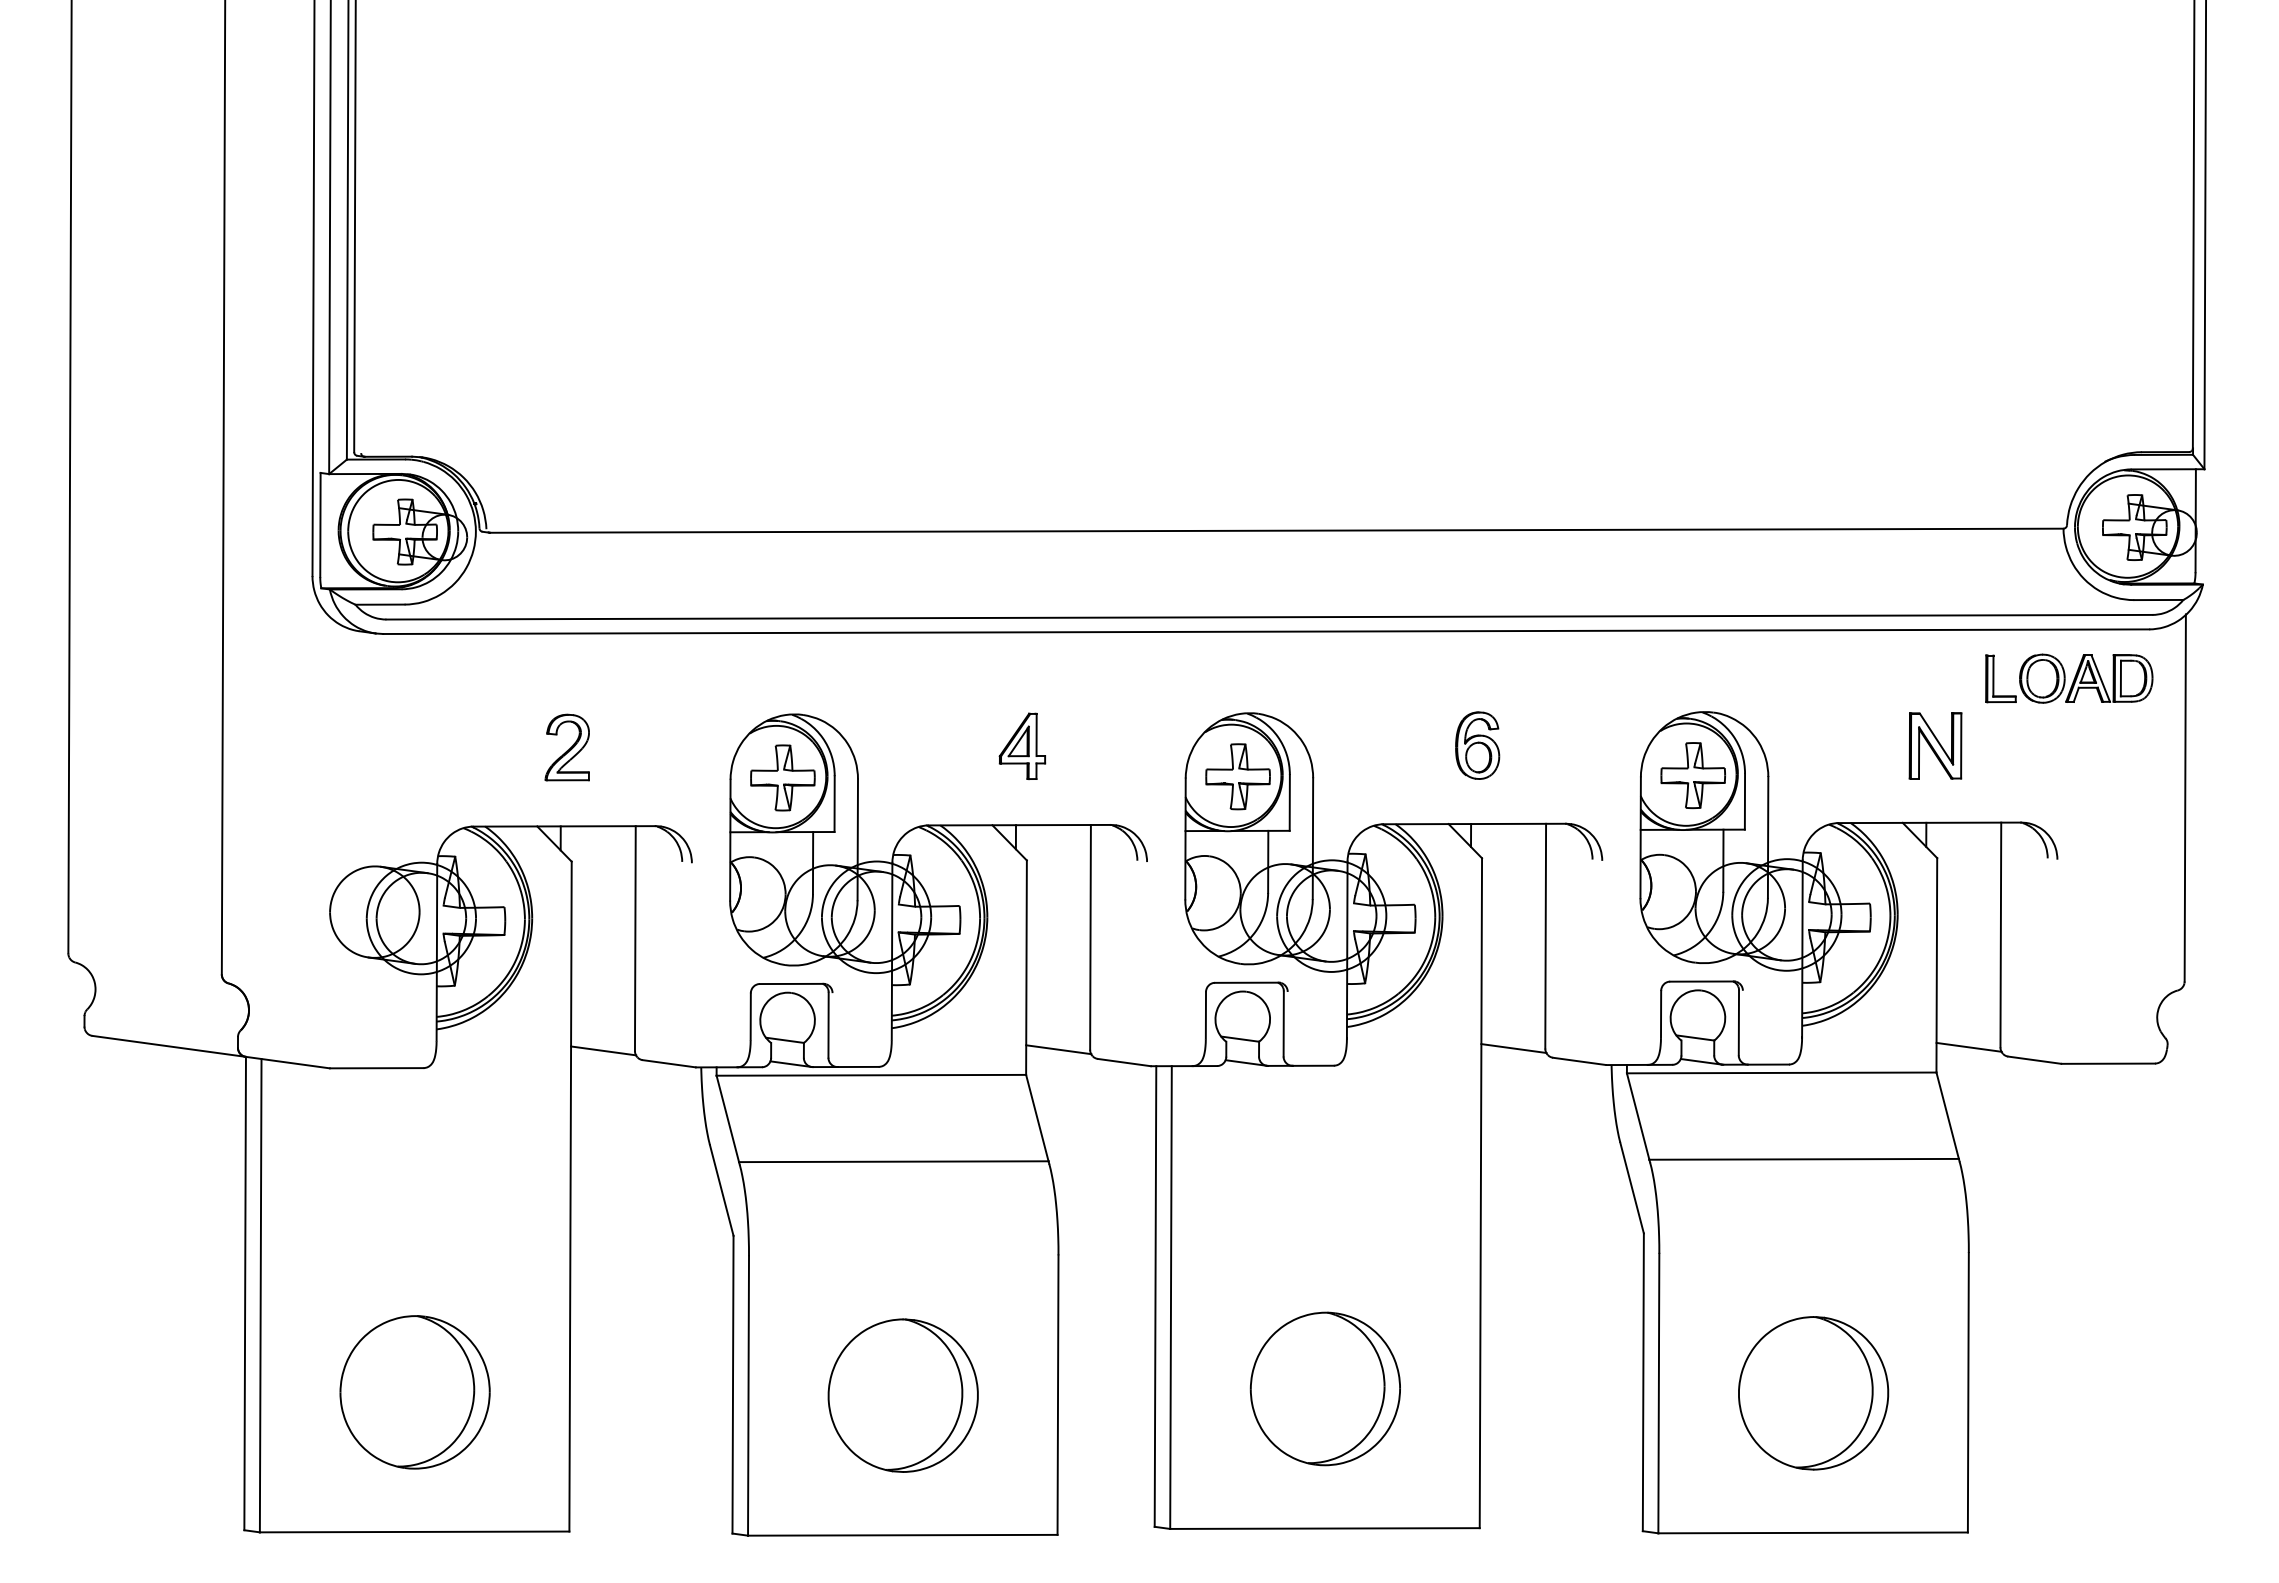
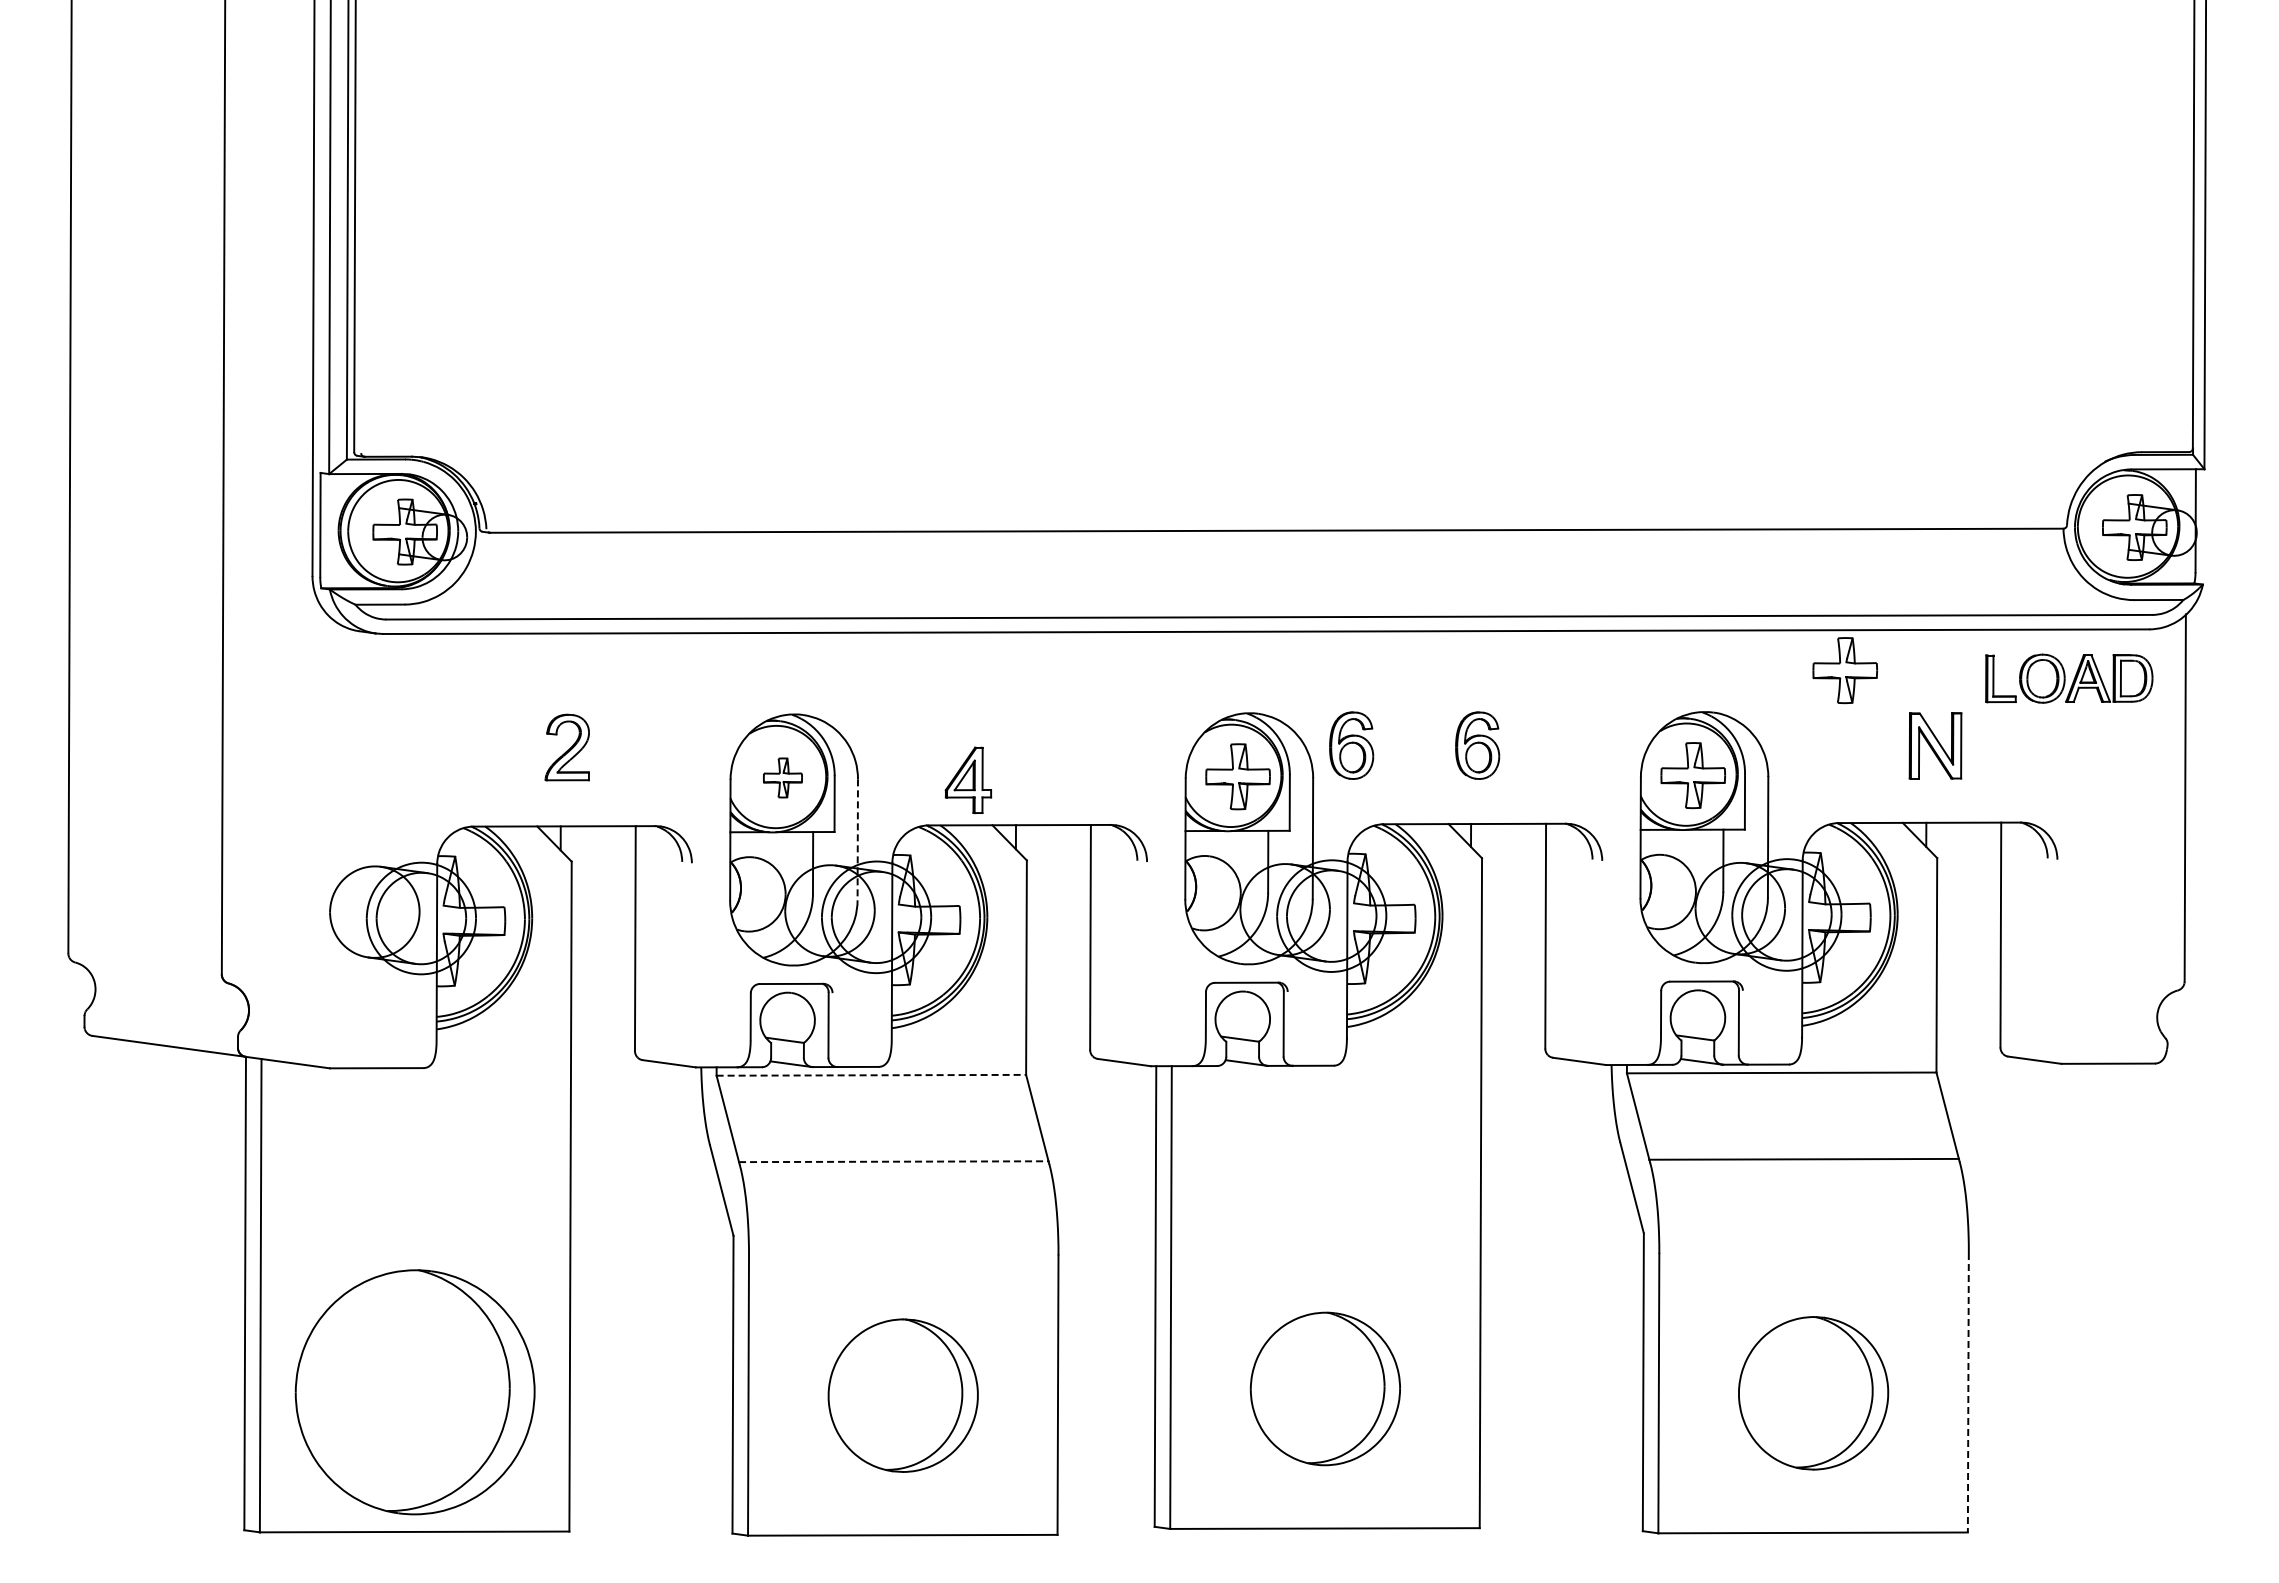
part at (1844, 670): none -> present
part at (1351, 745): none -> present
part at (1022, 746) position: (1022, 746) -> (968, 780)
part at (782, 777) size: 66x68 px -> 40x42 px
line at (857, 840): solid -> dashed
line at (1968, 1046): present -> none
line at (1513, 1048): present -> none
line at (1058, 1049): present -> none
line at (603, 1050): present -> none
line at (871, 1075): solid -> dashed
line at (893, 1161): solid -> dashed
part at (414, 1392) size: 152x155 px -> 242x247 px
line at (1968, 1392): solid -> dashed
